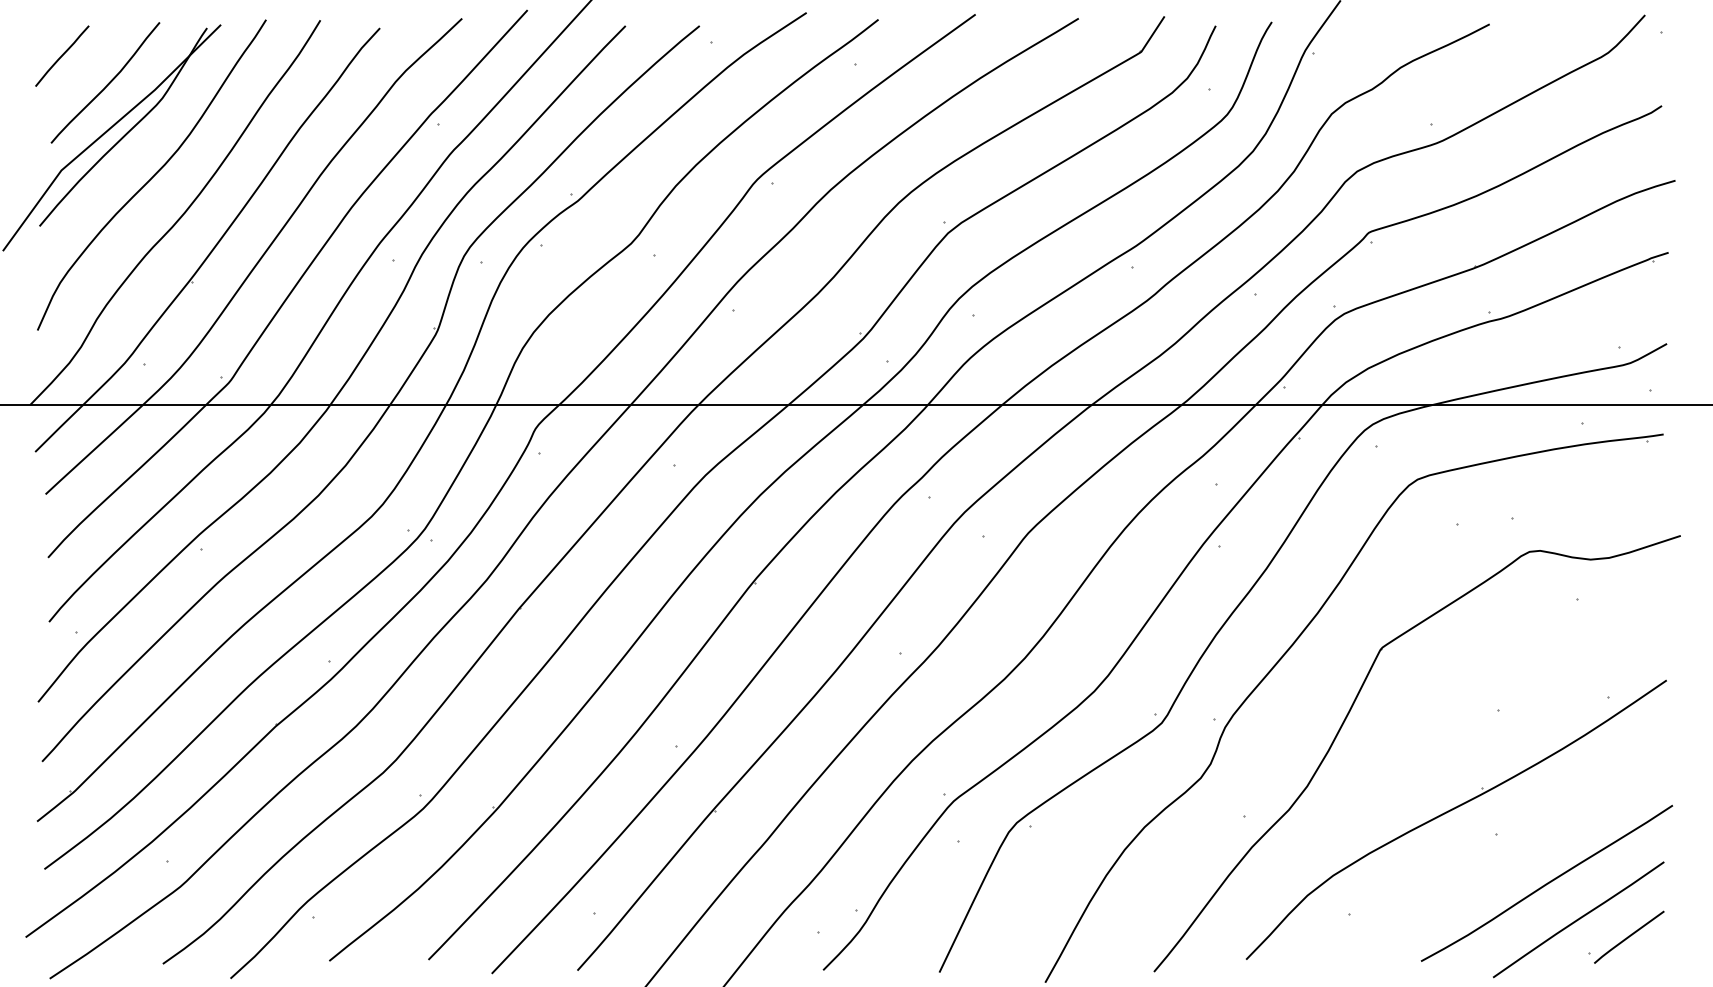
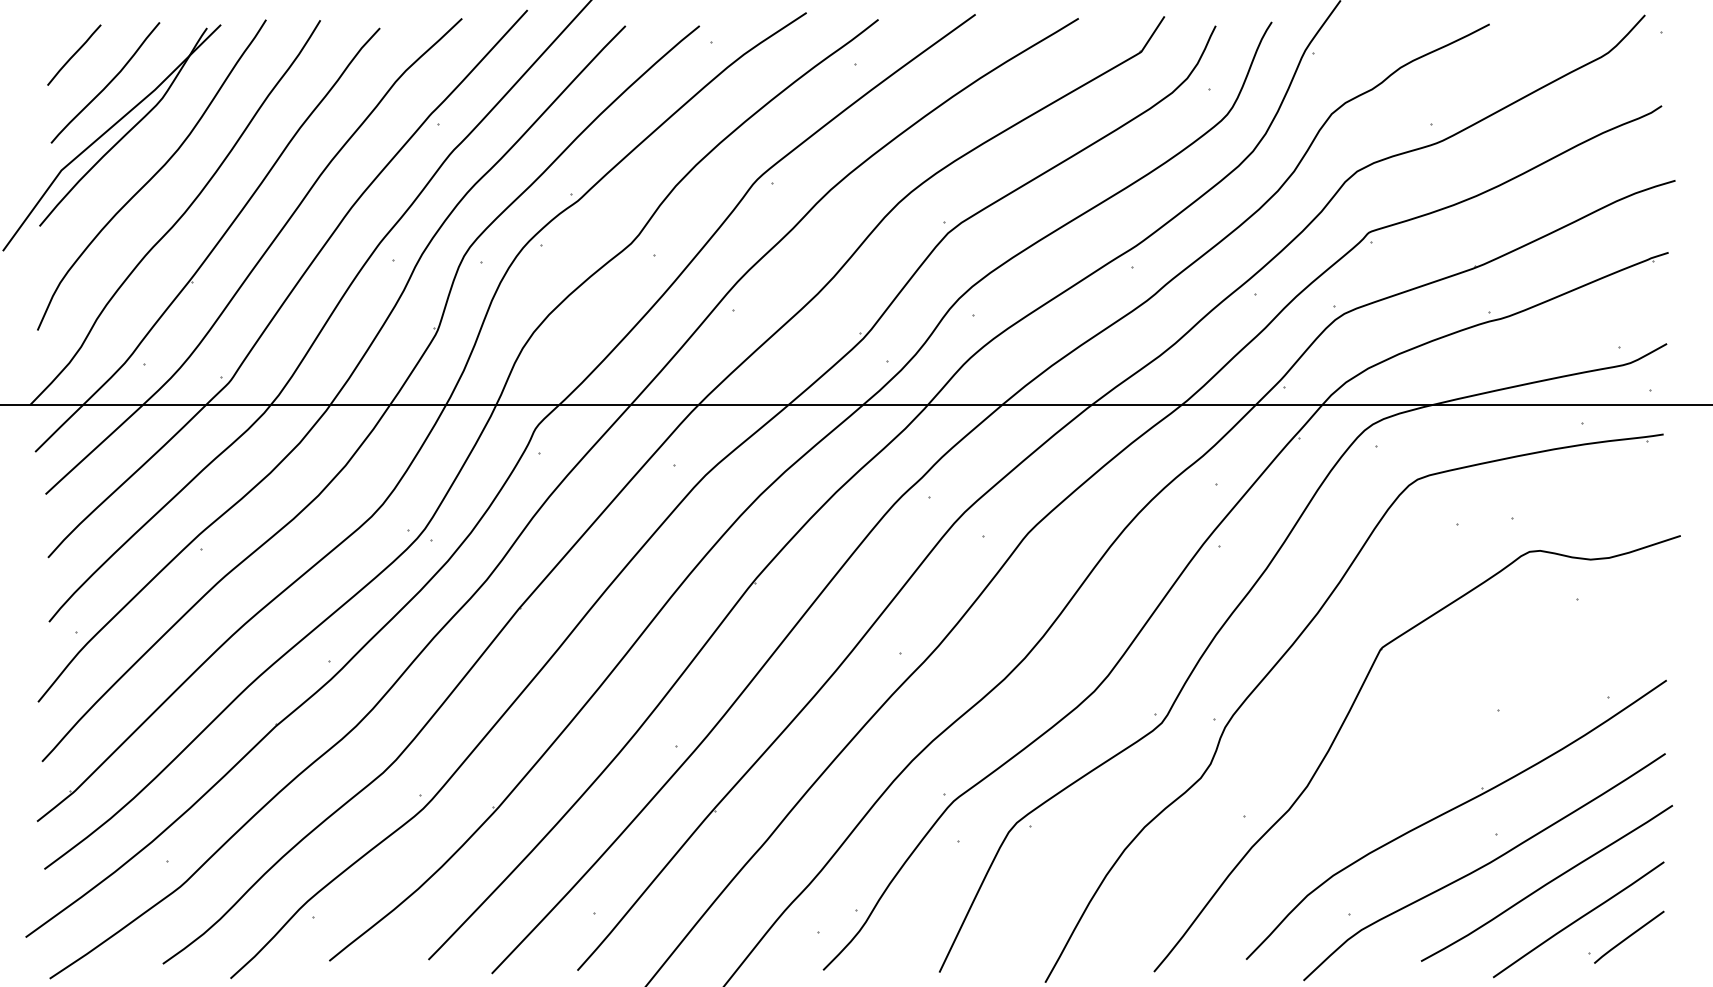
line at (62, 55) position: (62, 55) -> (74, 54)
curve at (1484, 866): none -> present
